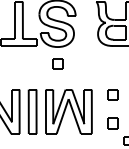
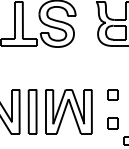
part at (57, 63): present -> none
